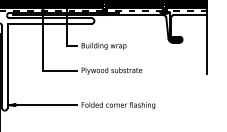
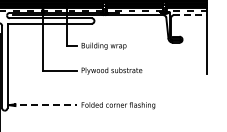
line at (190, 15): solid -> dashed
line at (42, 105): solid -> dashed
